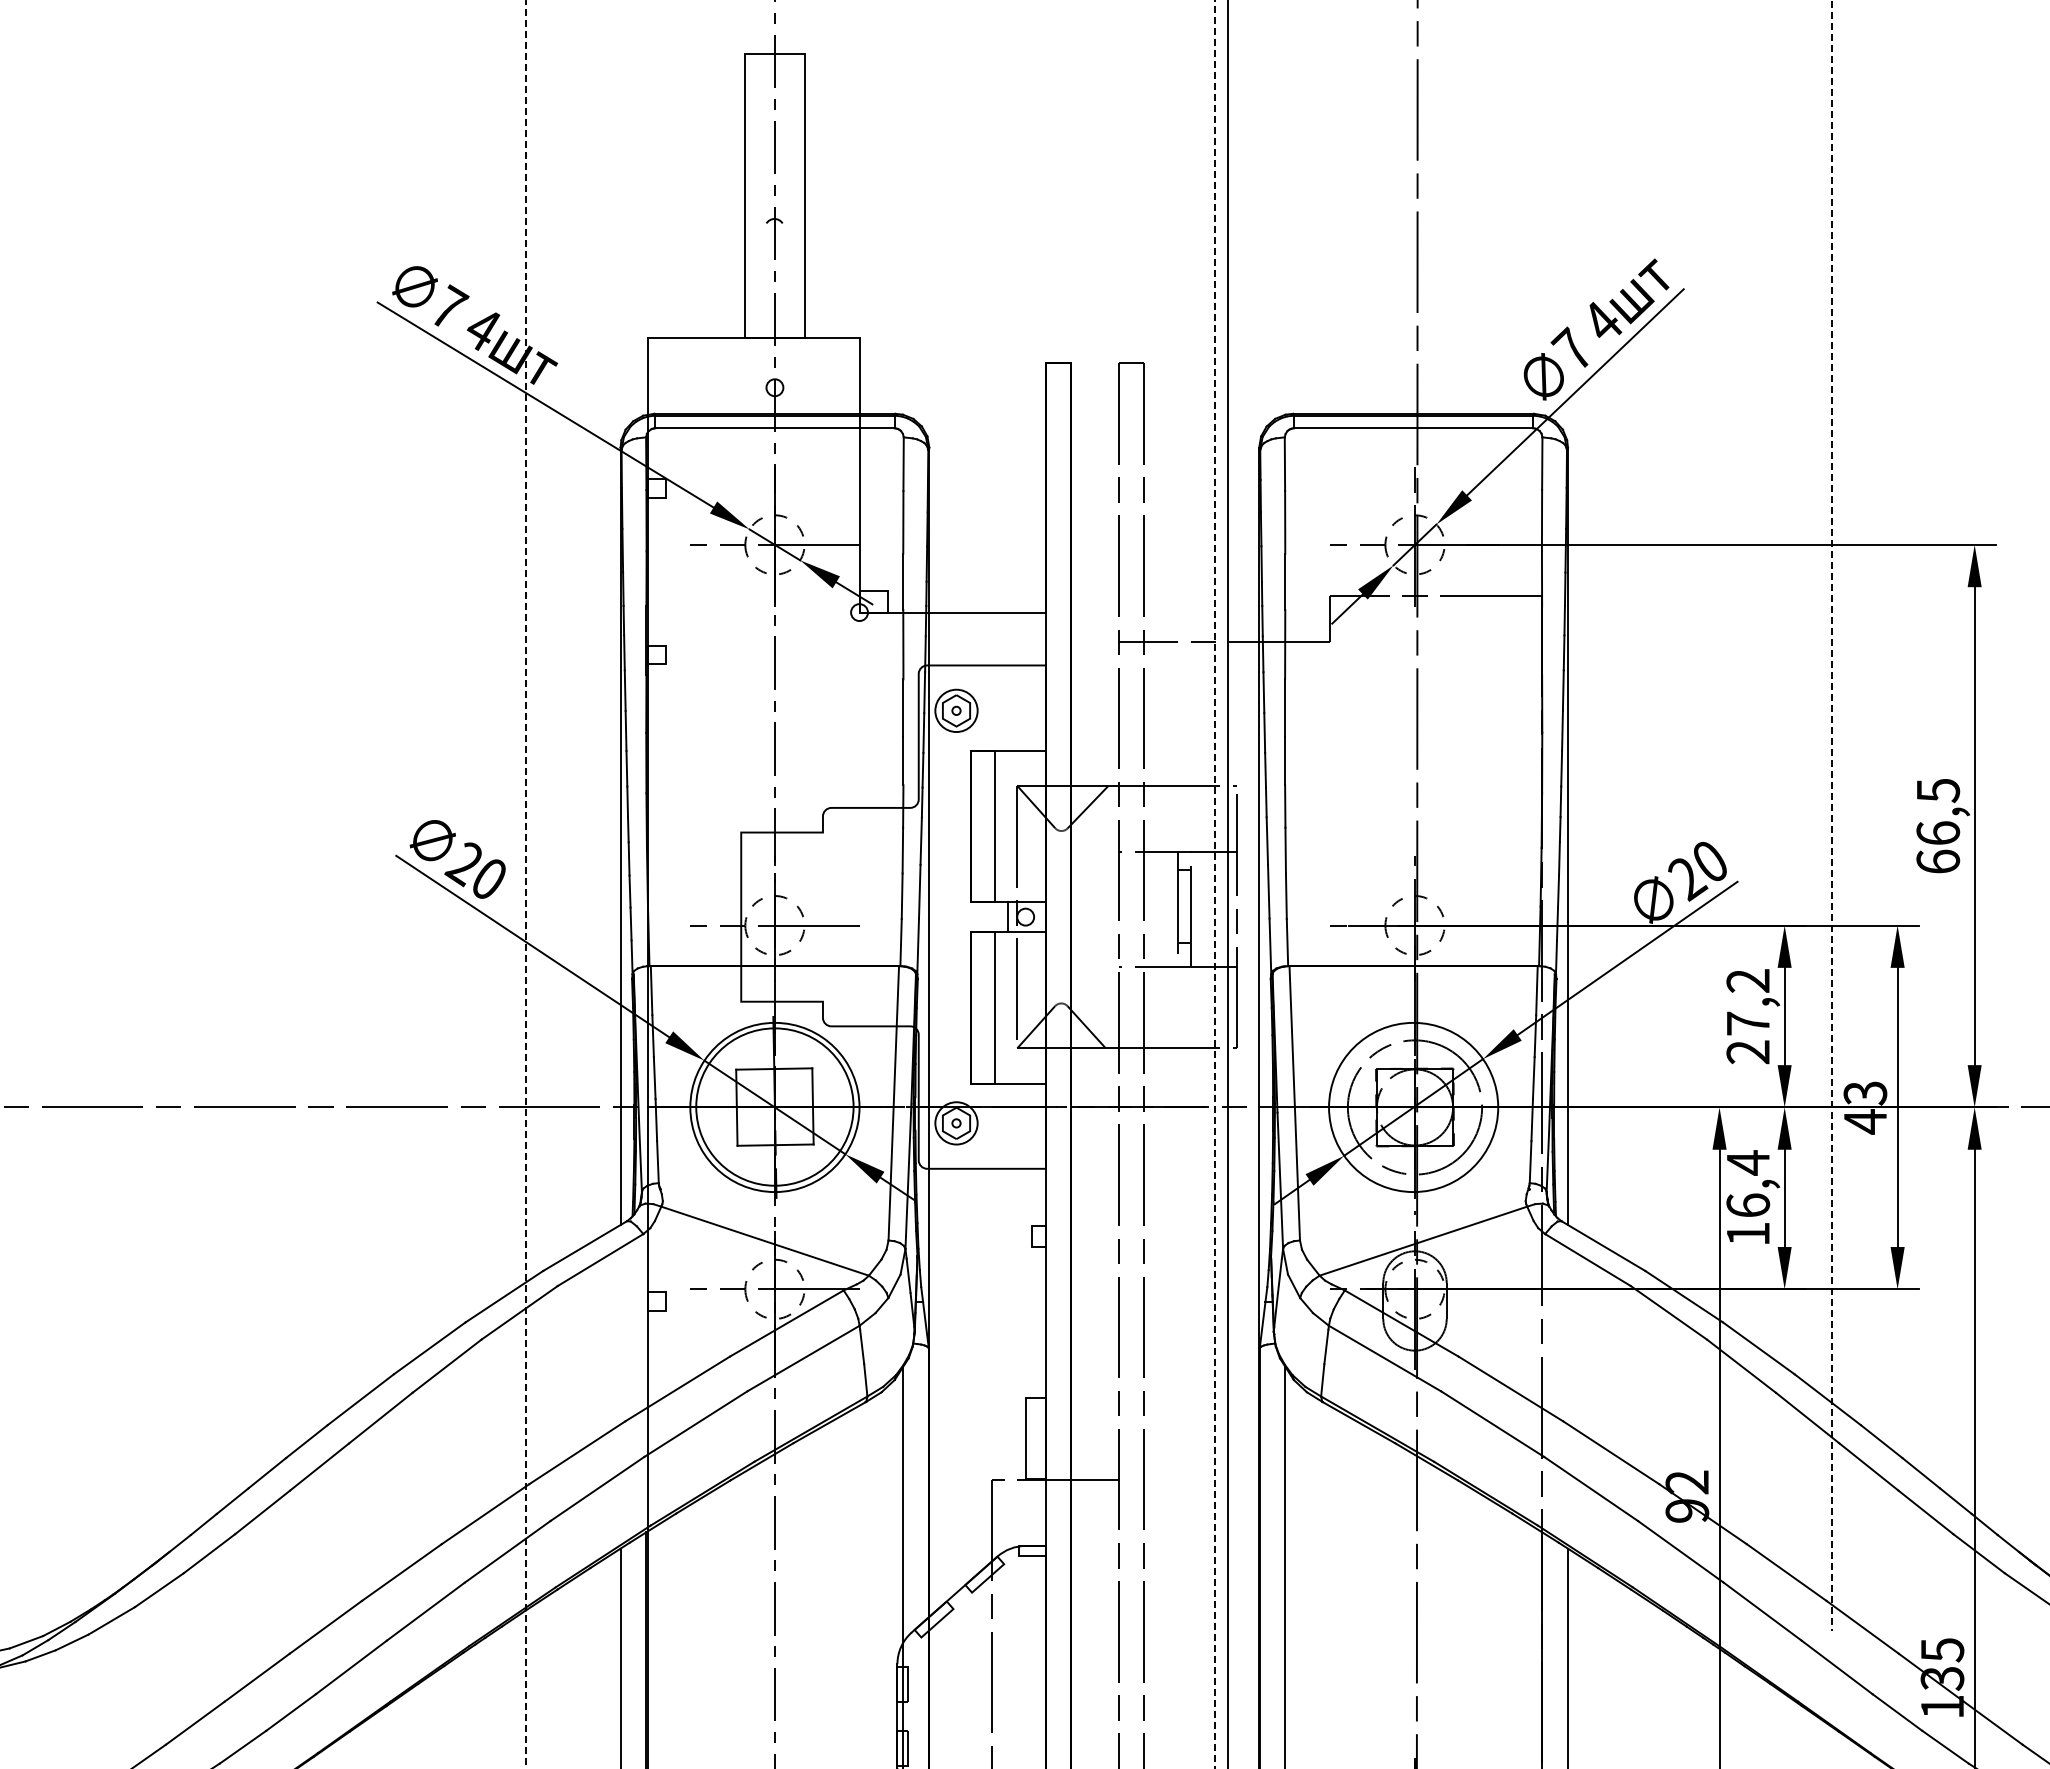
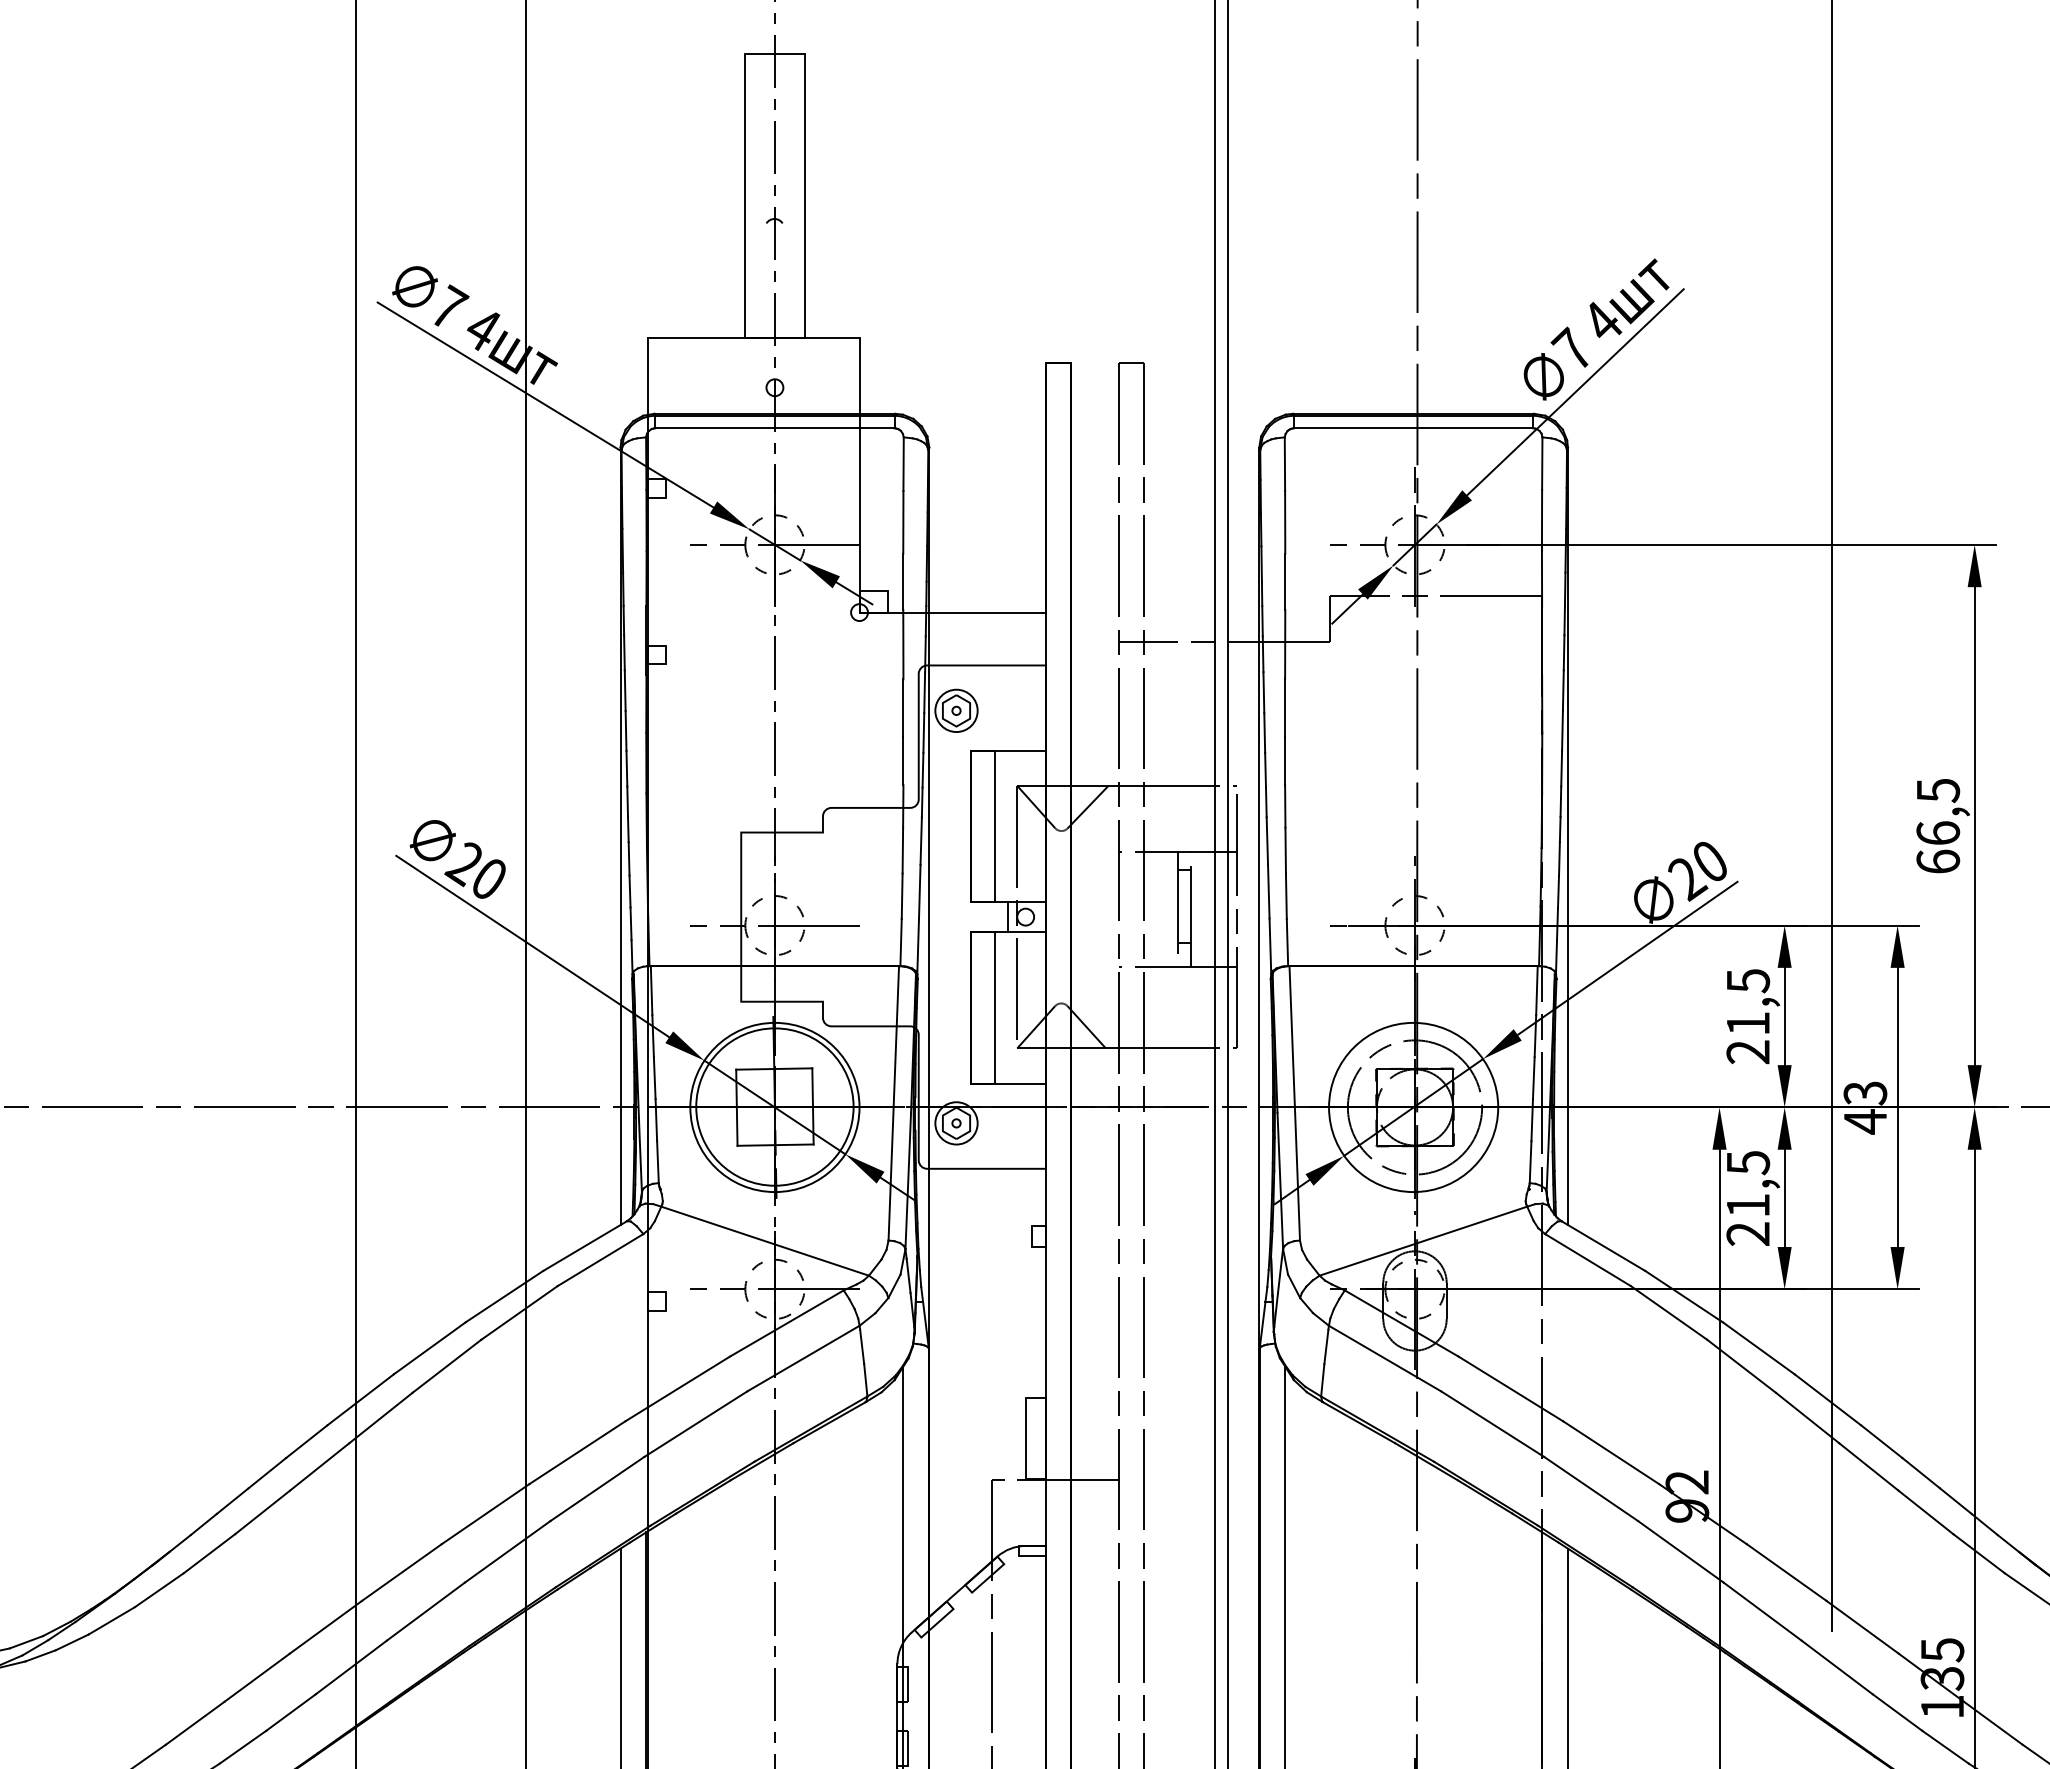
line at (1832, 815): dashed -> solid
line at (356, 883): none -> present
line at (1214, 884): dashed -> solid
line at (525, 885): dashed -> solid
text at (1748, 1002): 27,2 -> 21,5
text at (1748, 1197): 16,4 -> 21,5
